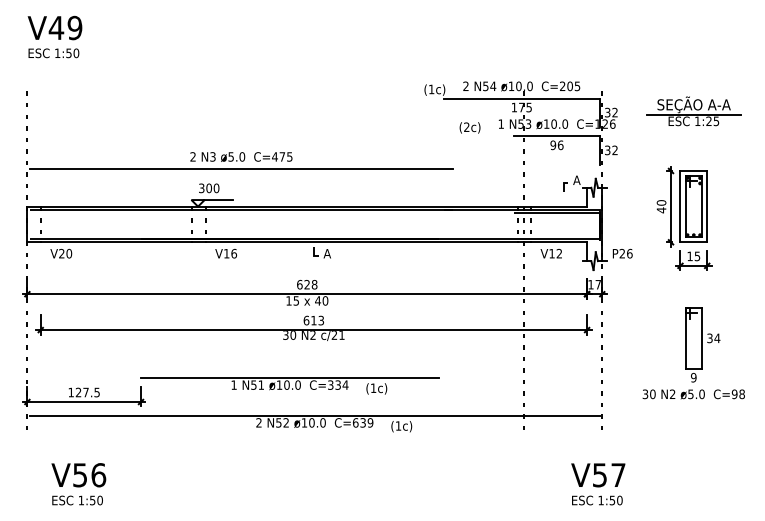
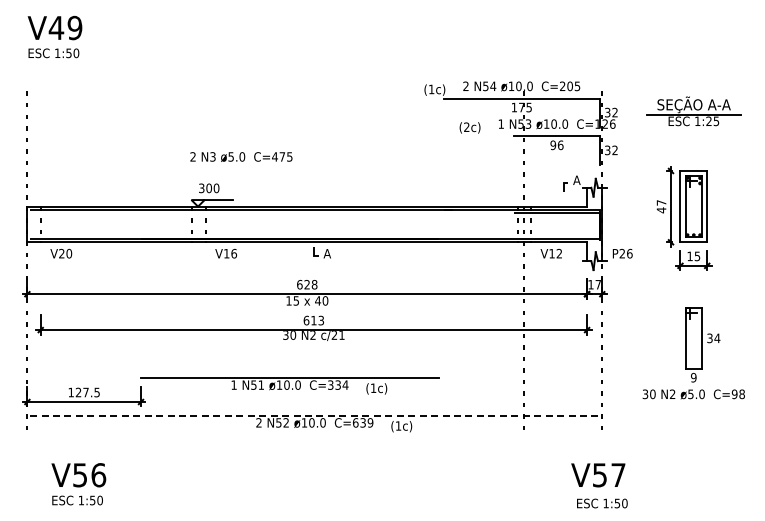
line at (241, 169): present -> none
text at (661, 202): 40 -> 47
line at (314, 416): solid -> dashed
text at (597, 500) position: (597, 500) -> (602, 503)
